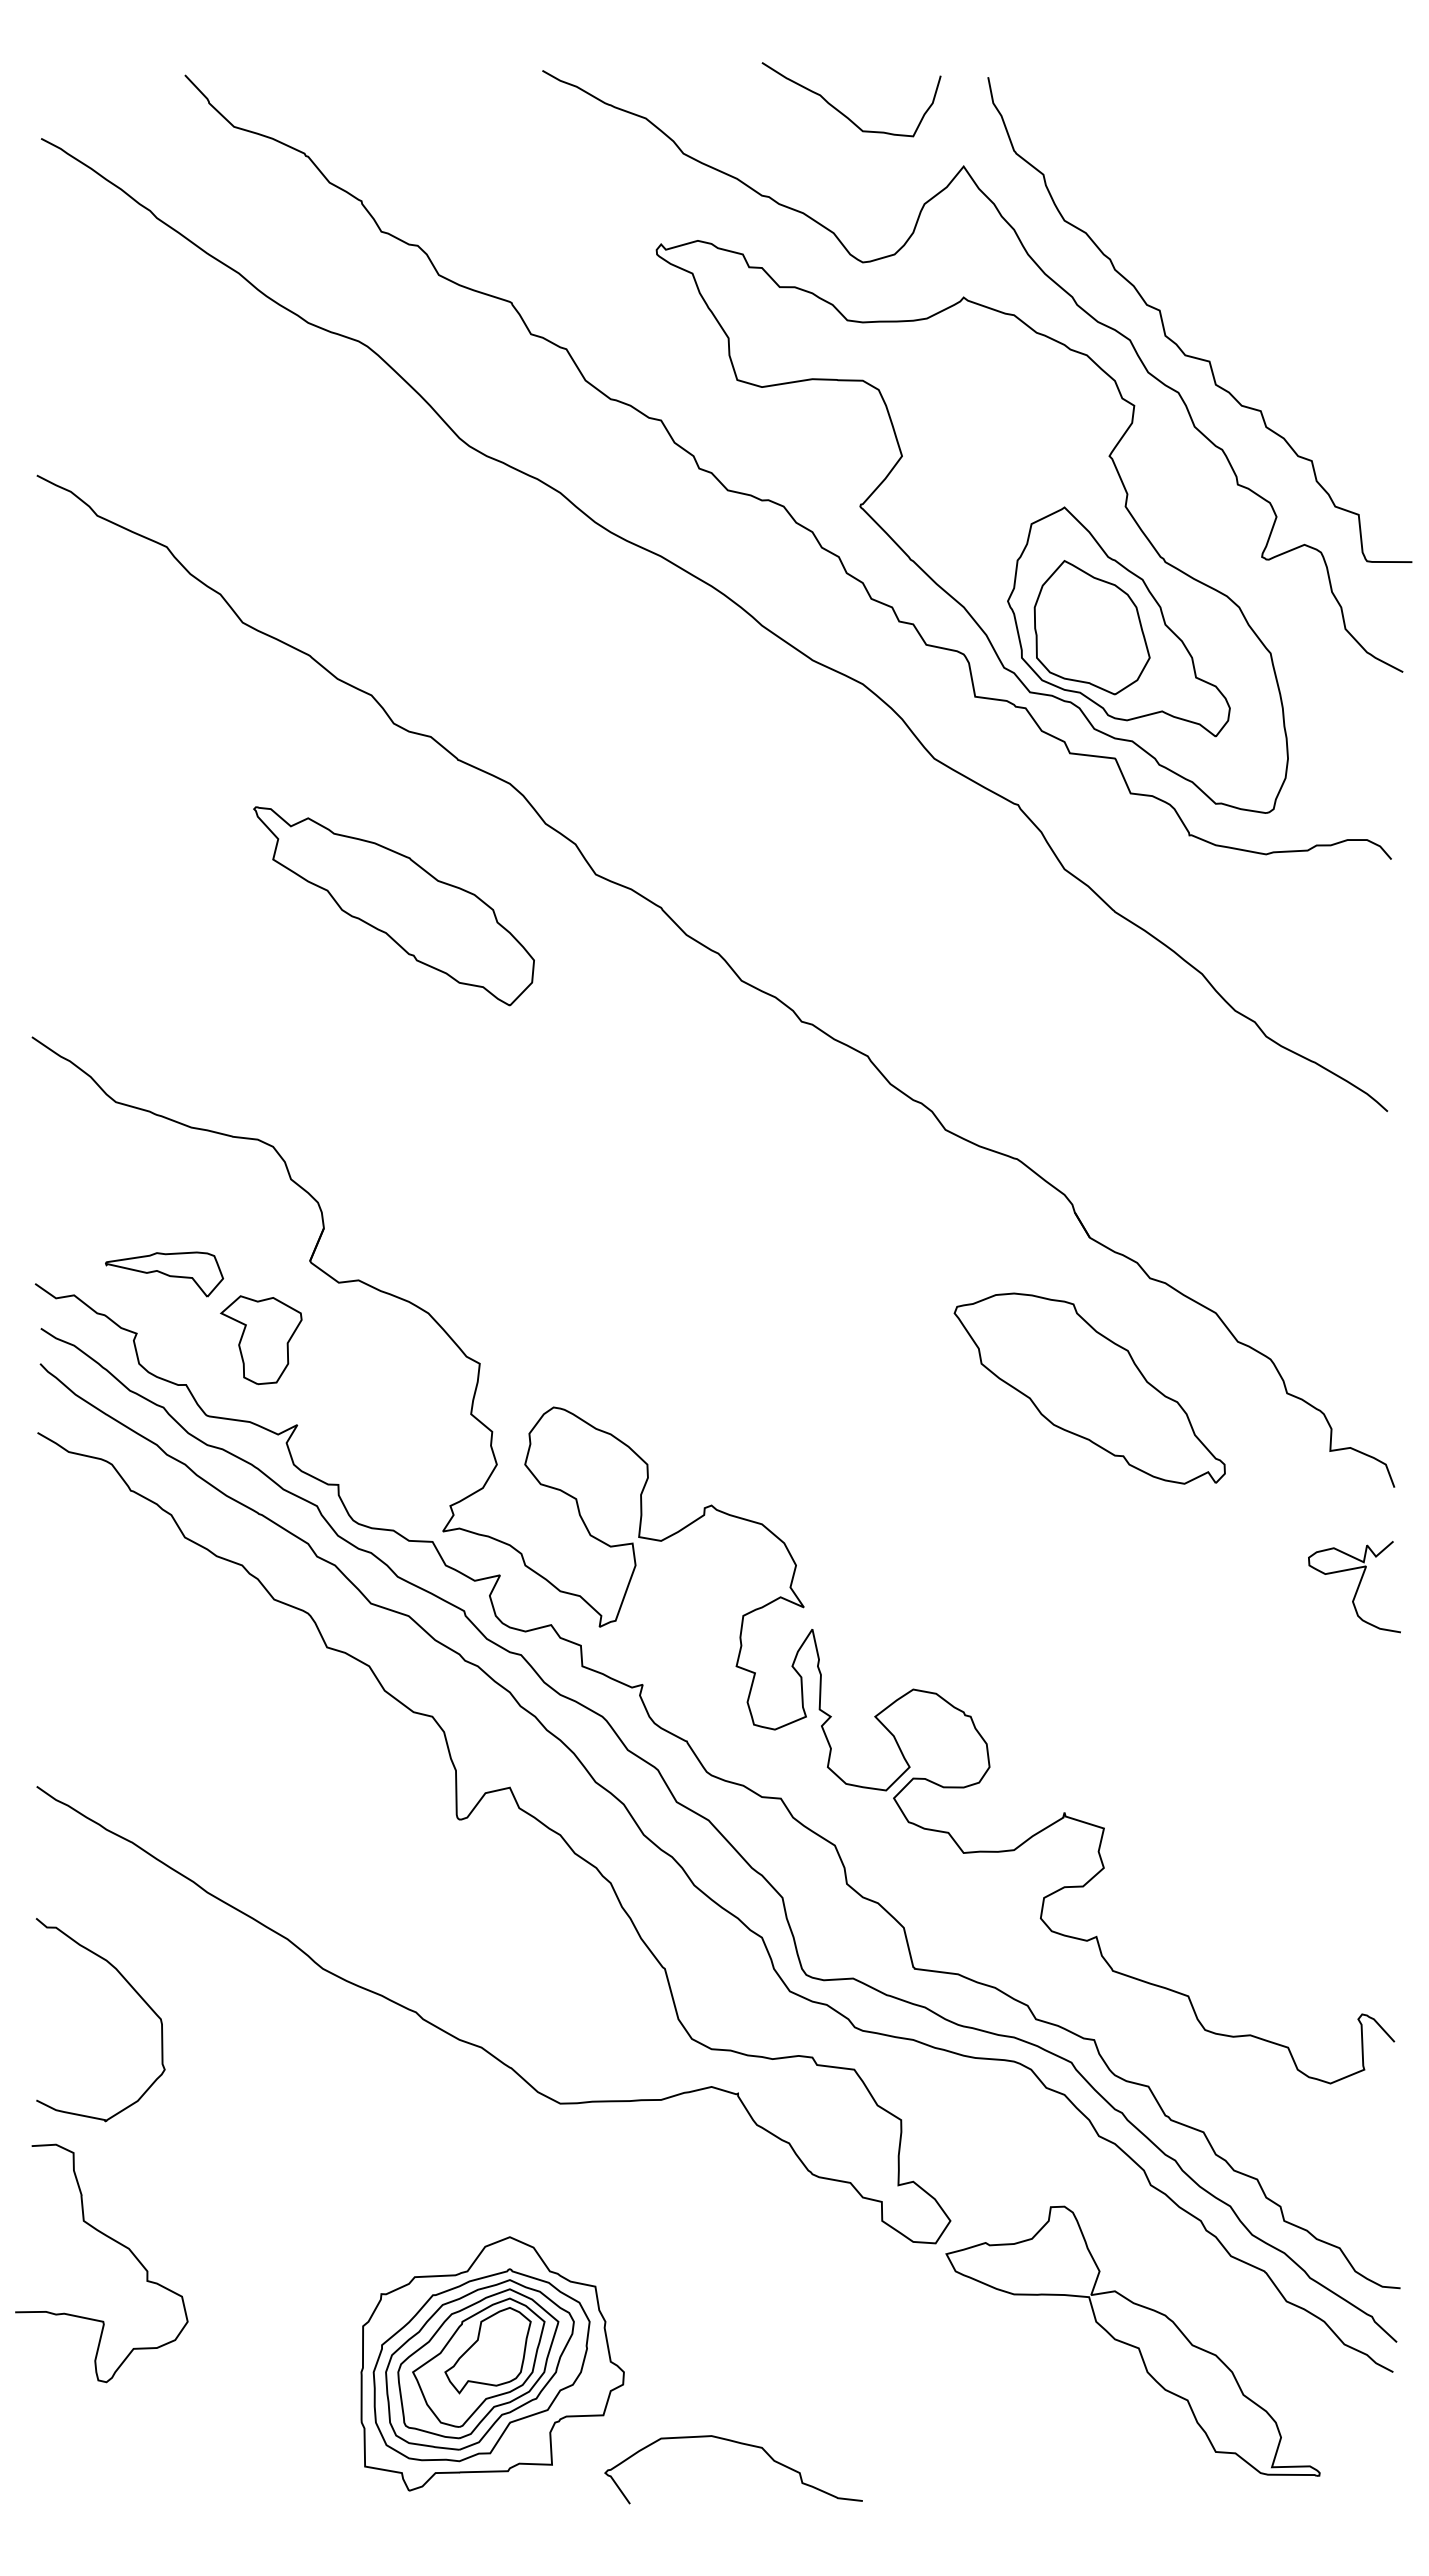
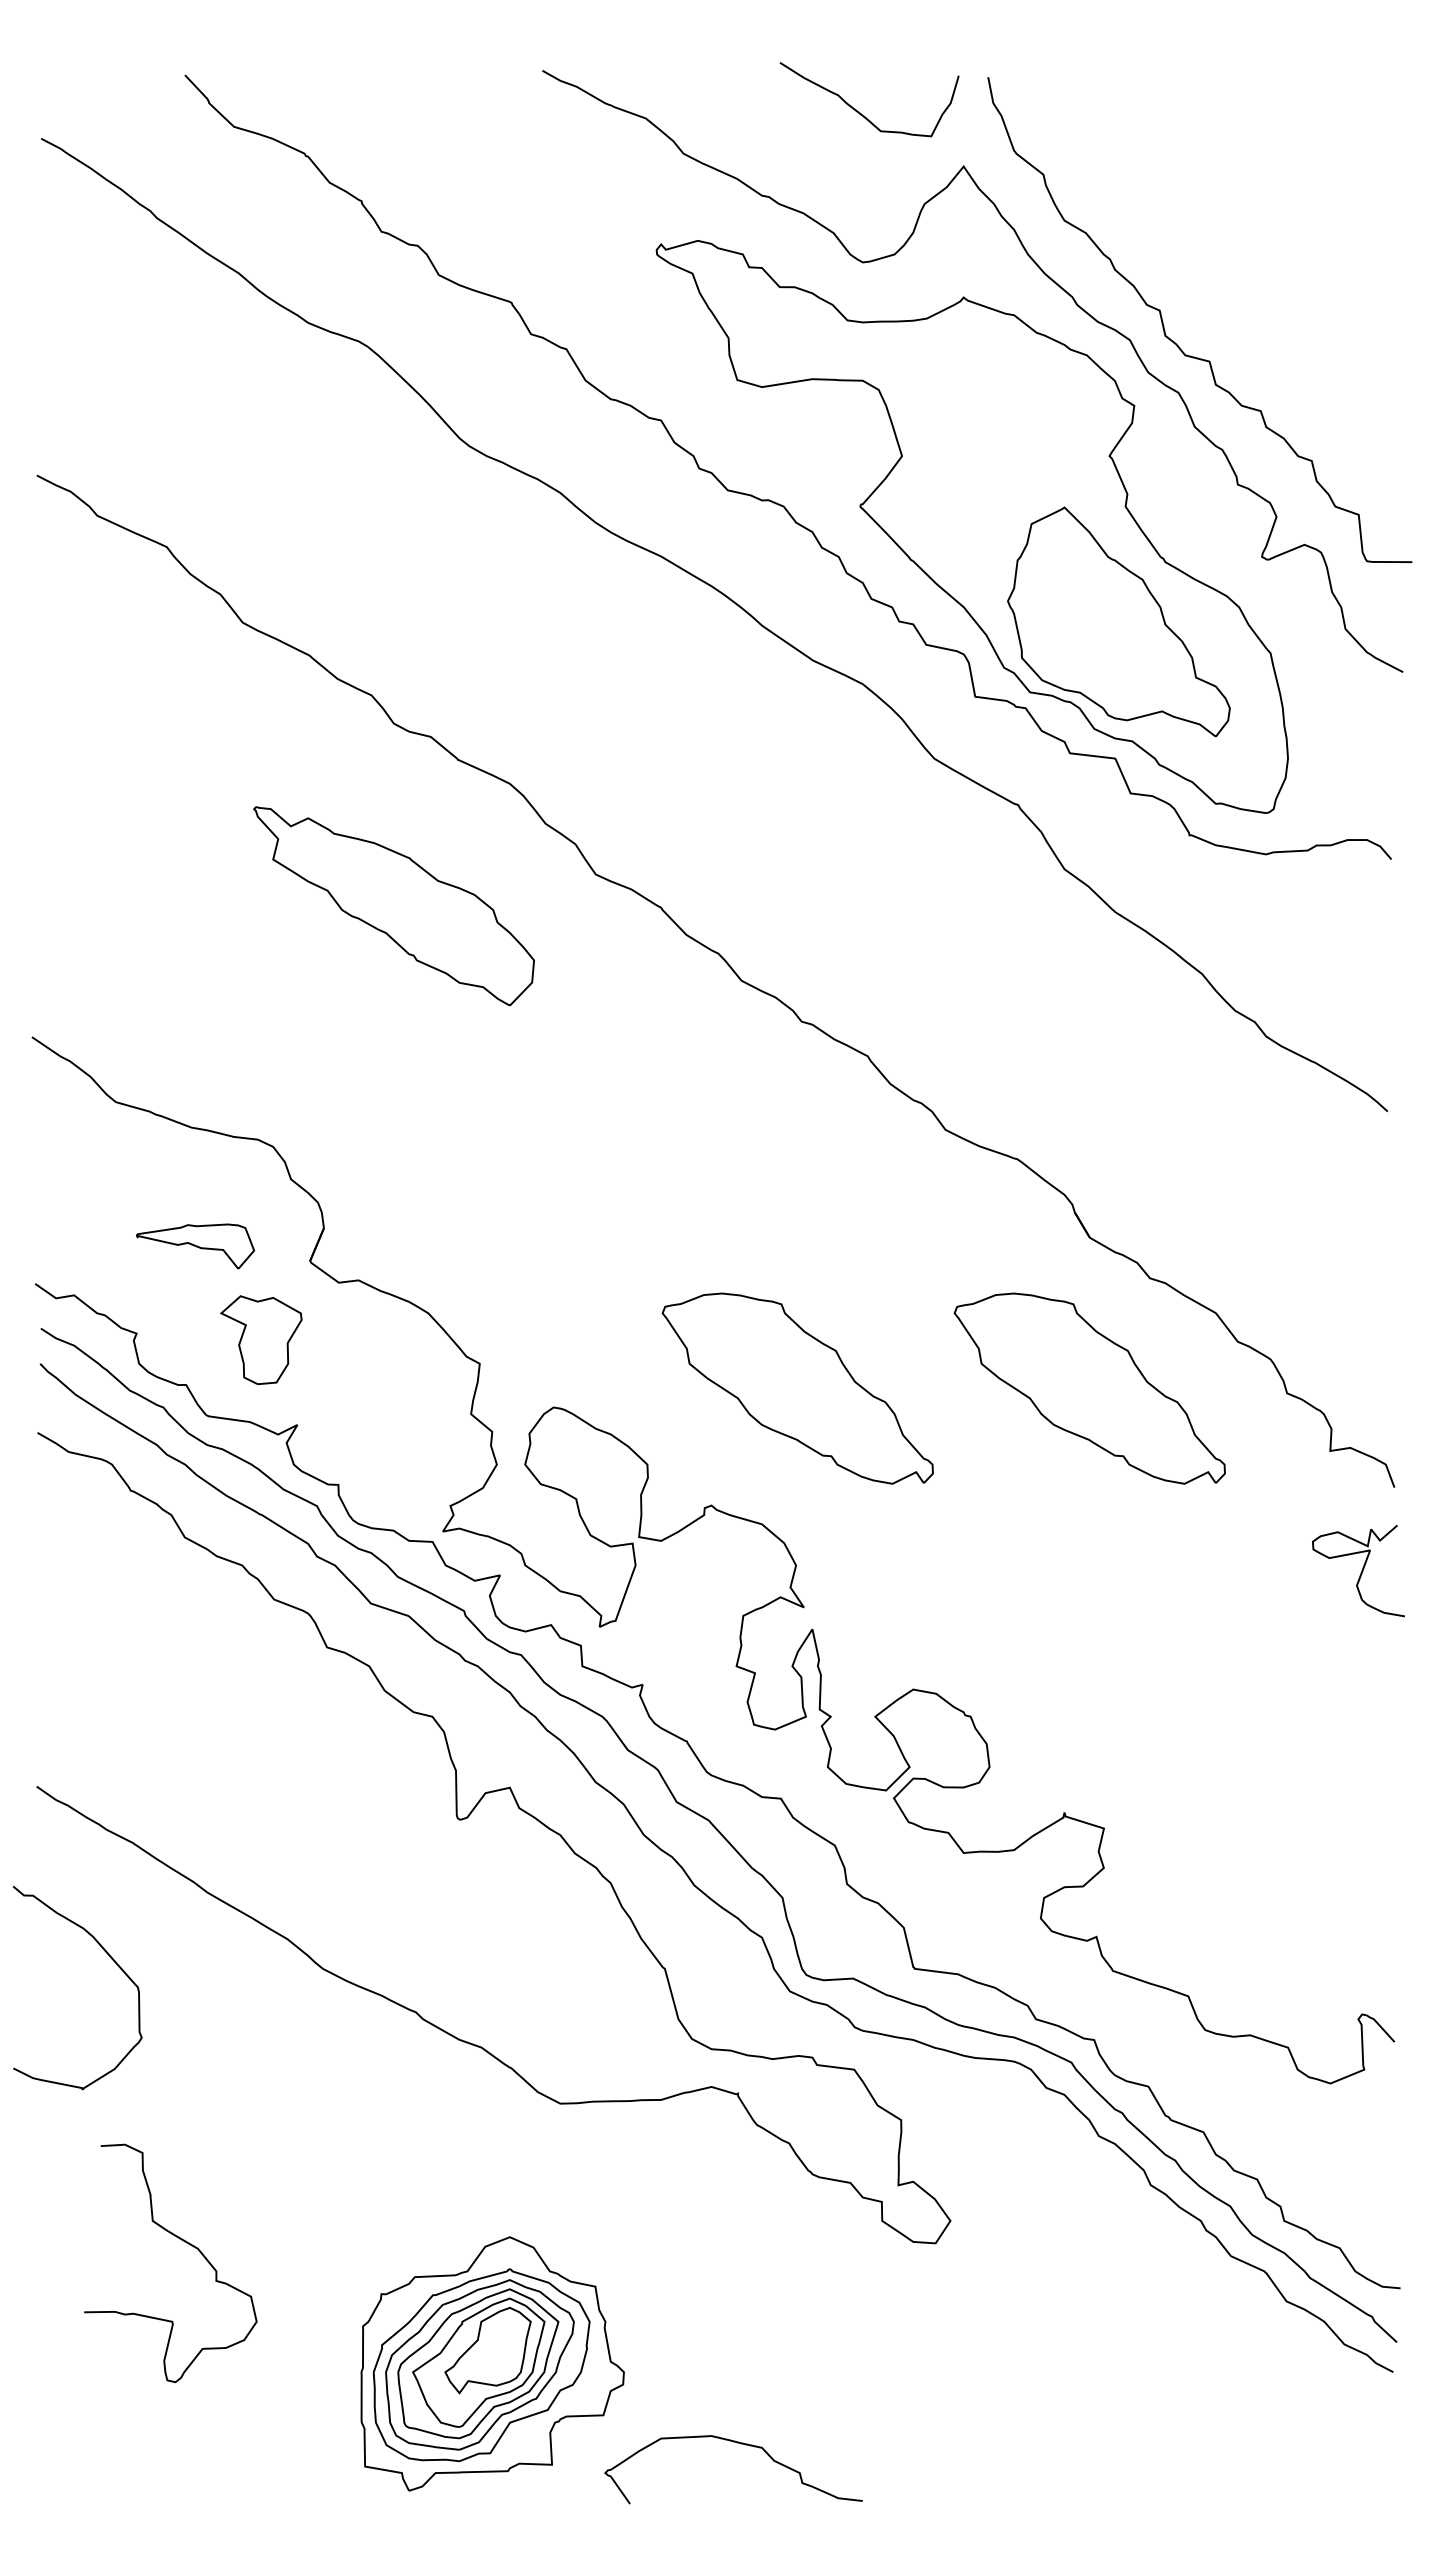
curve at (842, 112) position: (842, 112) -> (860, 112)
part at (1091, 627): present -> none
part at (164, 1274) position: (164, 1274) -> (195, 1246)
part at (797, 1388): none -> present
curve at (1356, 1588) position: (1356, 1588) -> (1360, 1572)
curve at (133, 1990) position: (133, 1990) -> (110, 1958)
curve at (112, 2240) position: (112, 2240) -> (181, 2240)
part at (1132, 2340): present -> none
